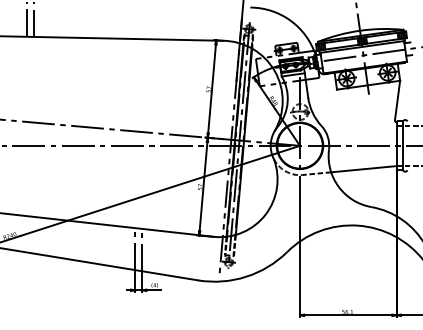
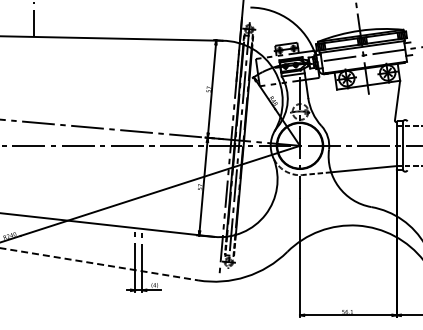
line at (27, 19): present -> none
line at (99, 264): solid -> dashed
